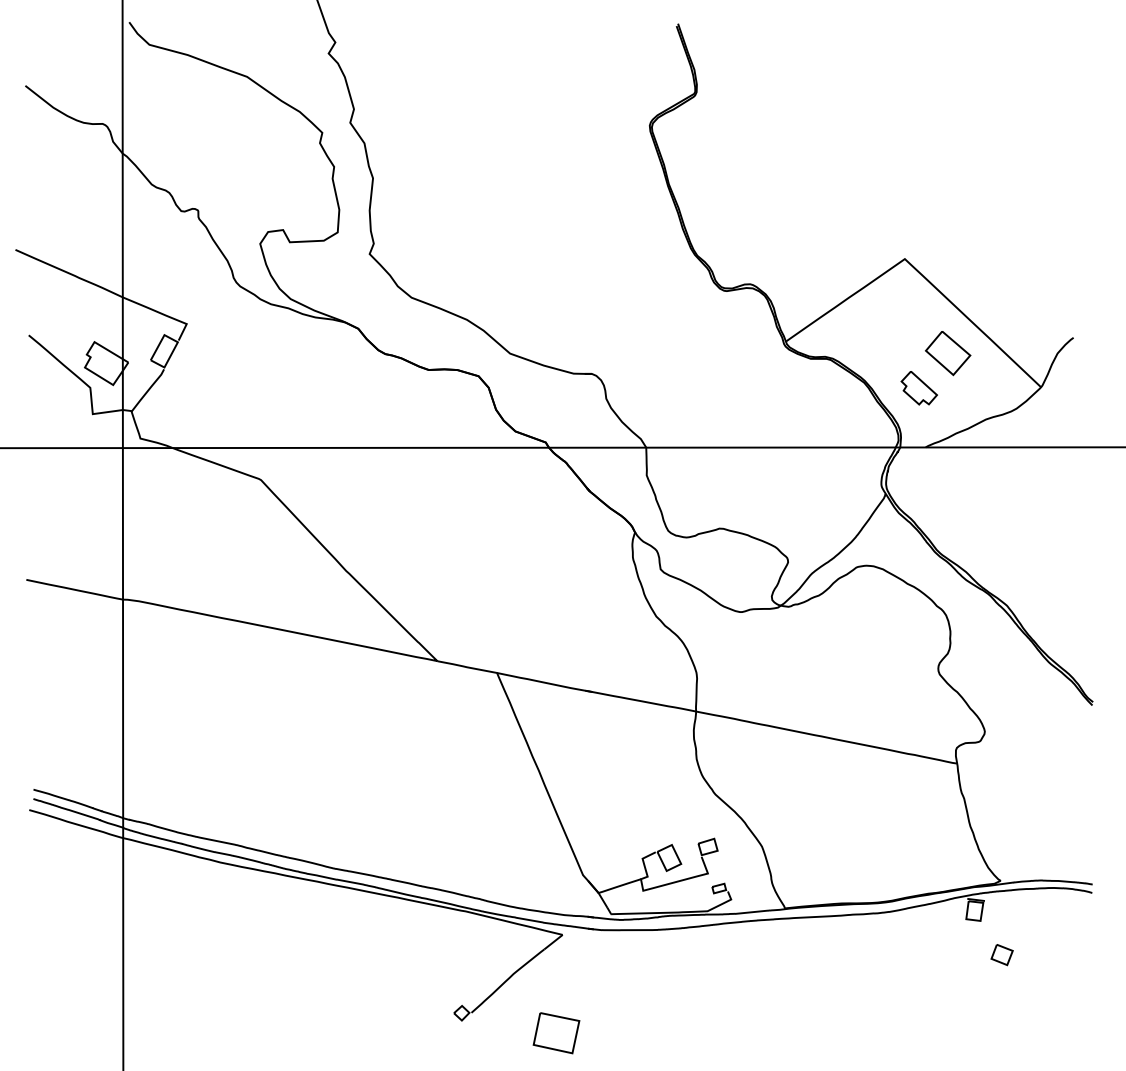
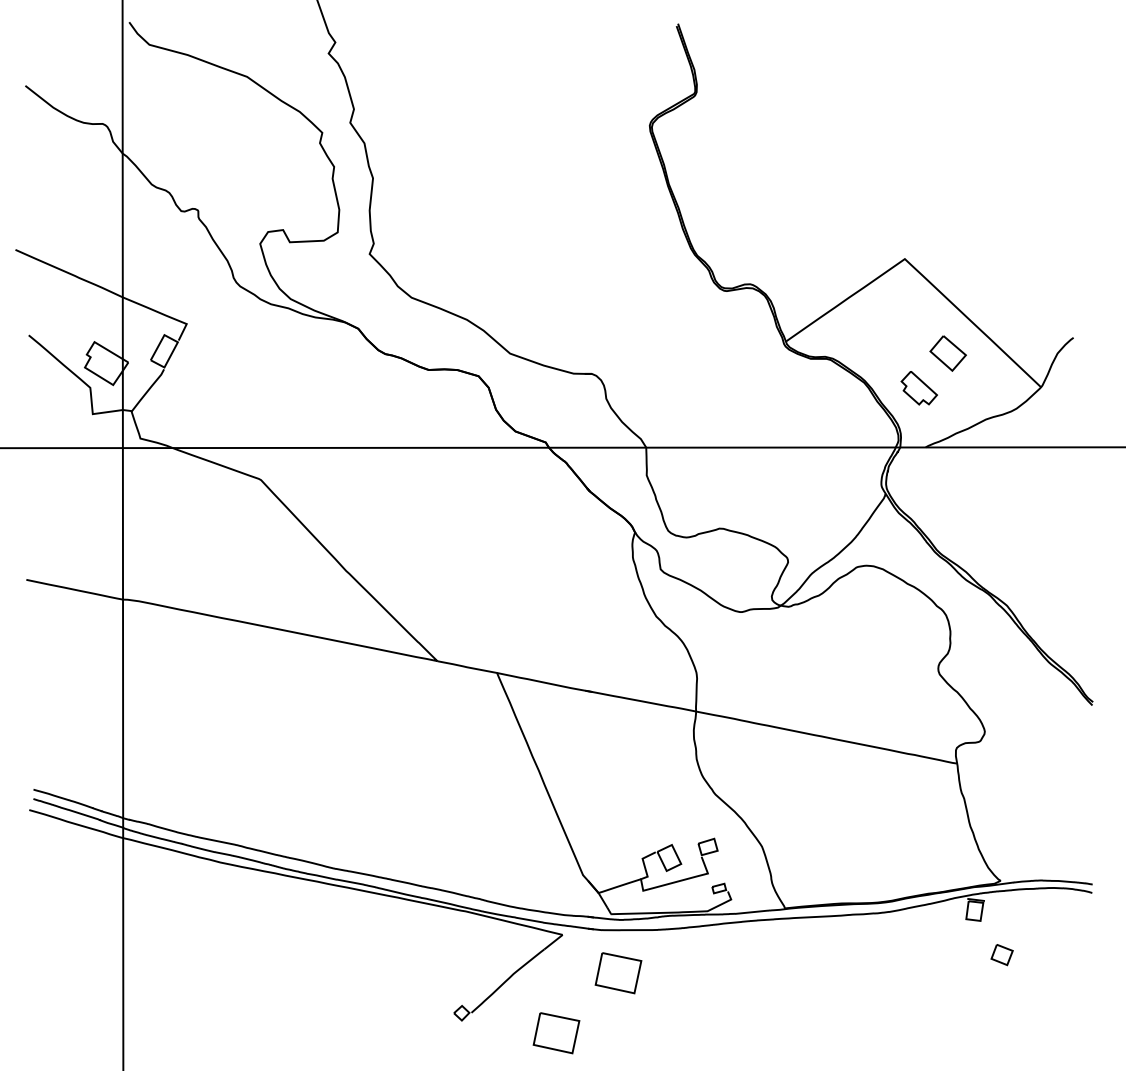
part at (948, 353) size: 47x46 px -> 38x37 px
part at (618, 973): none -> present
